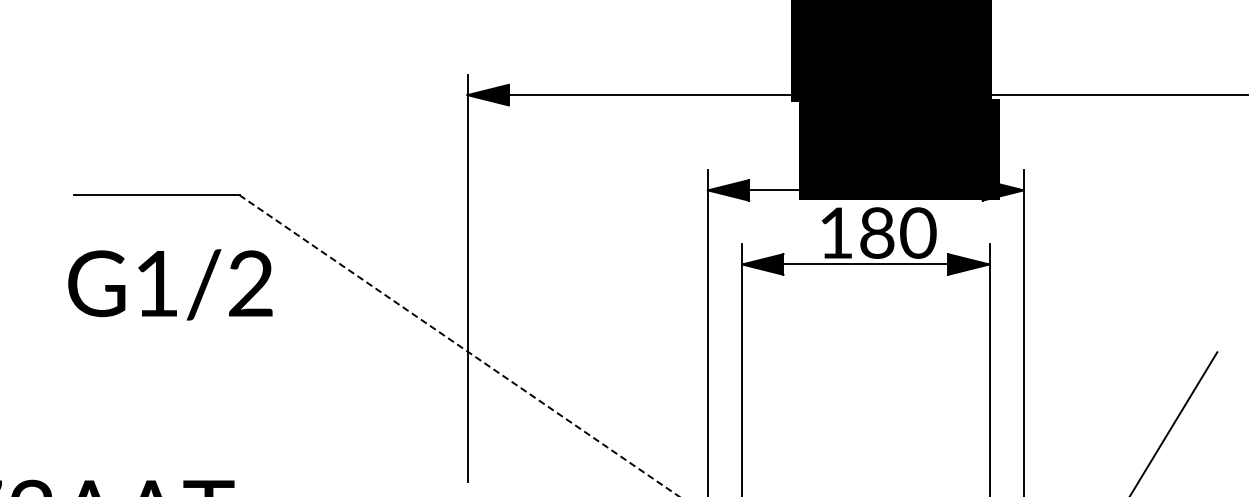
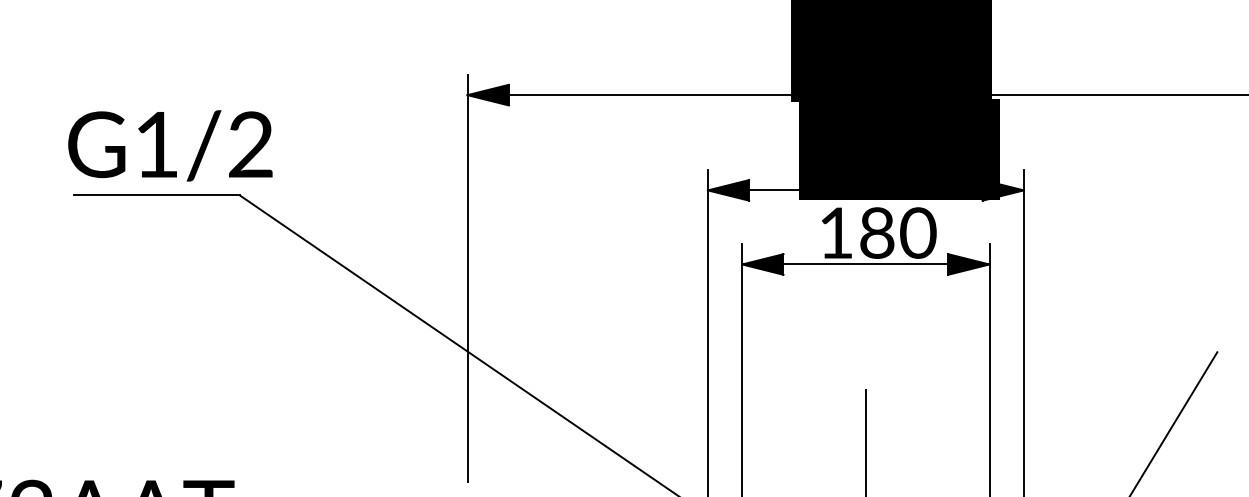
text at (170, 284) position: (170, 284) -> (170, 145)
line at (459, 345): dashed -> solid
line at (865, 441): none -> present
